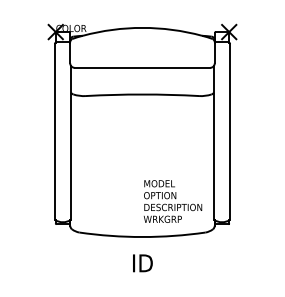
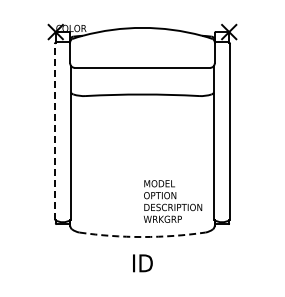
line at (54, 131): solid -> dashed
arc at (142, 237): solid -> dashed
